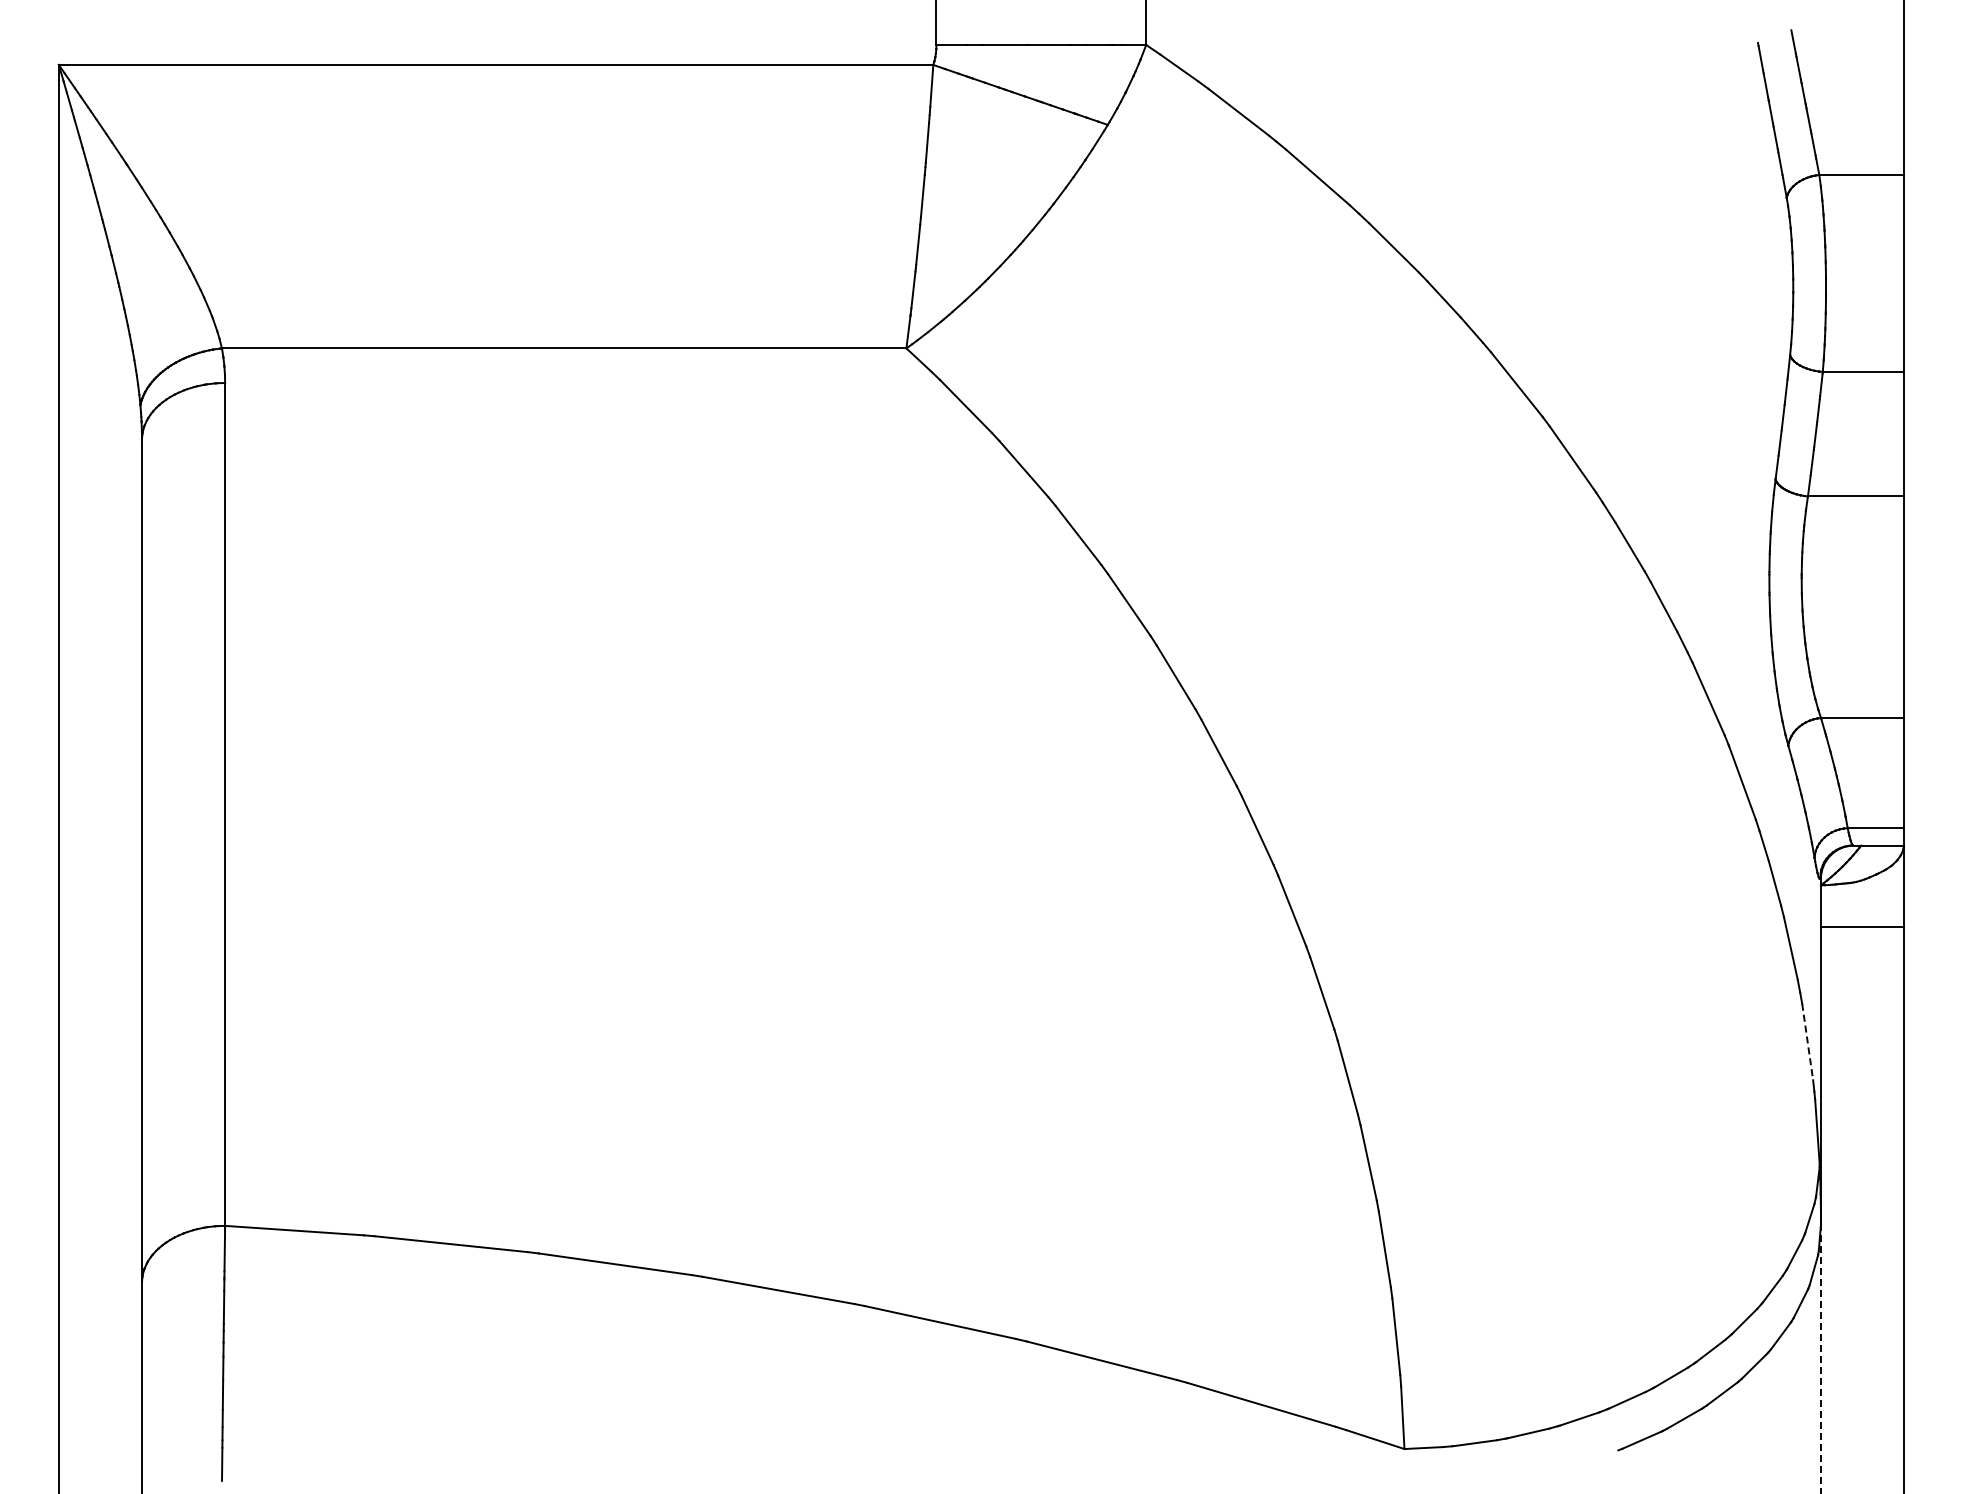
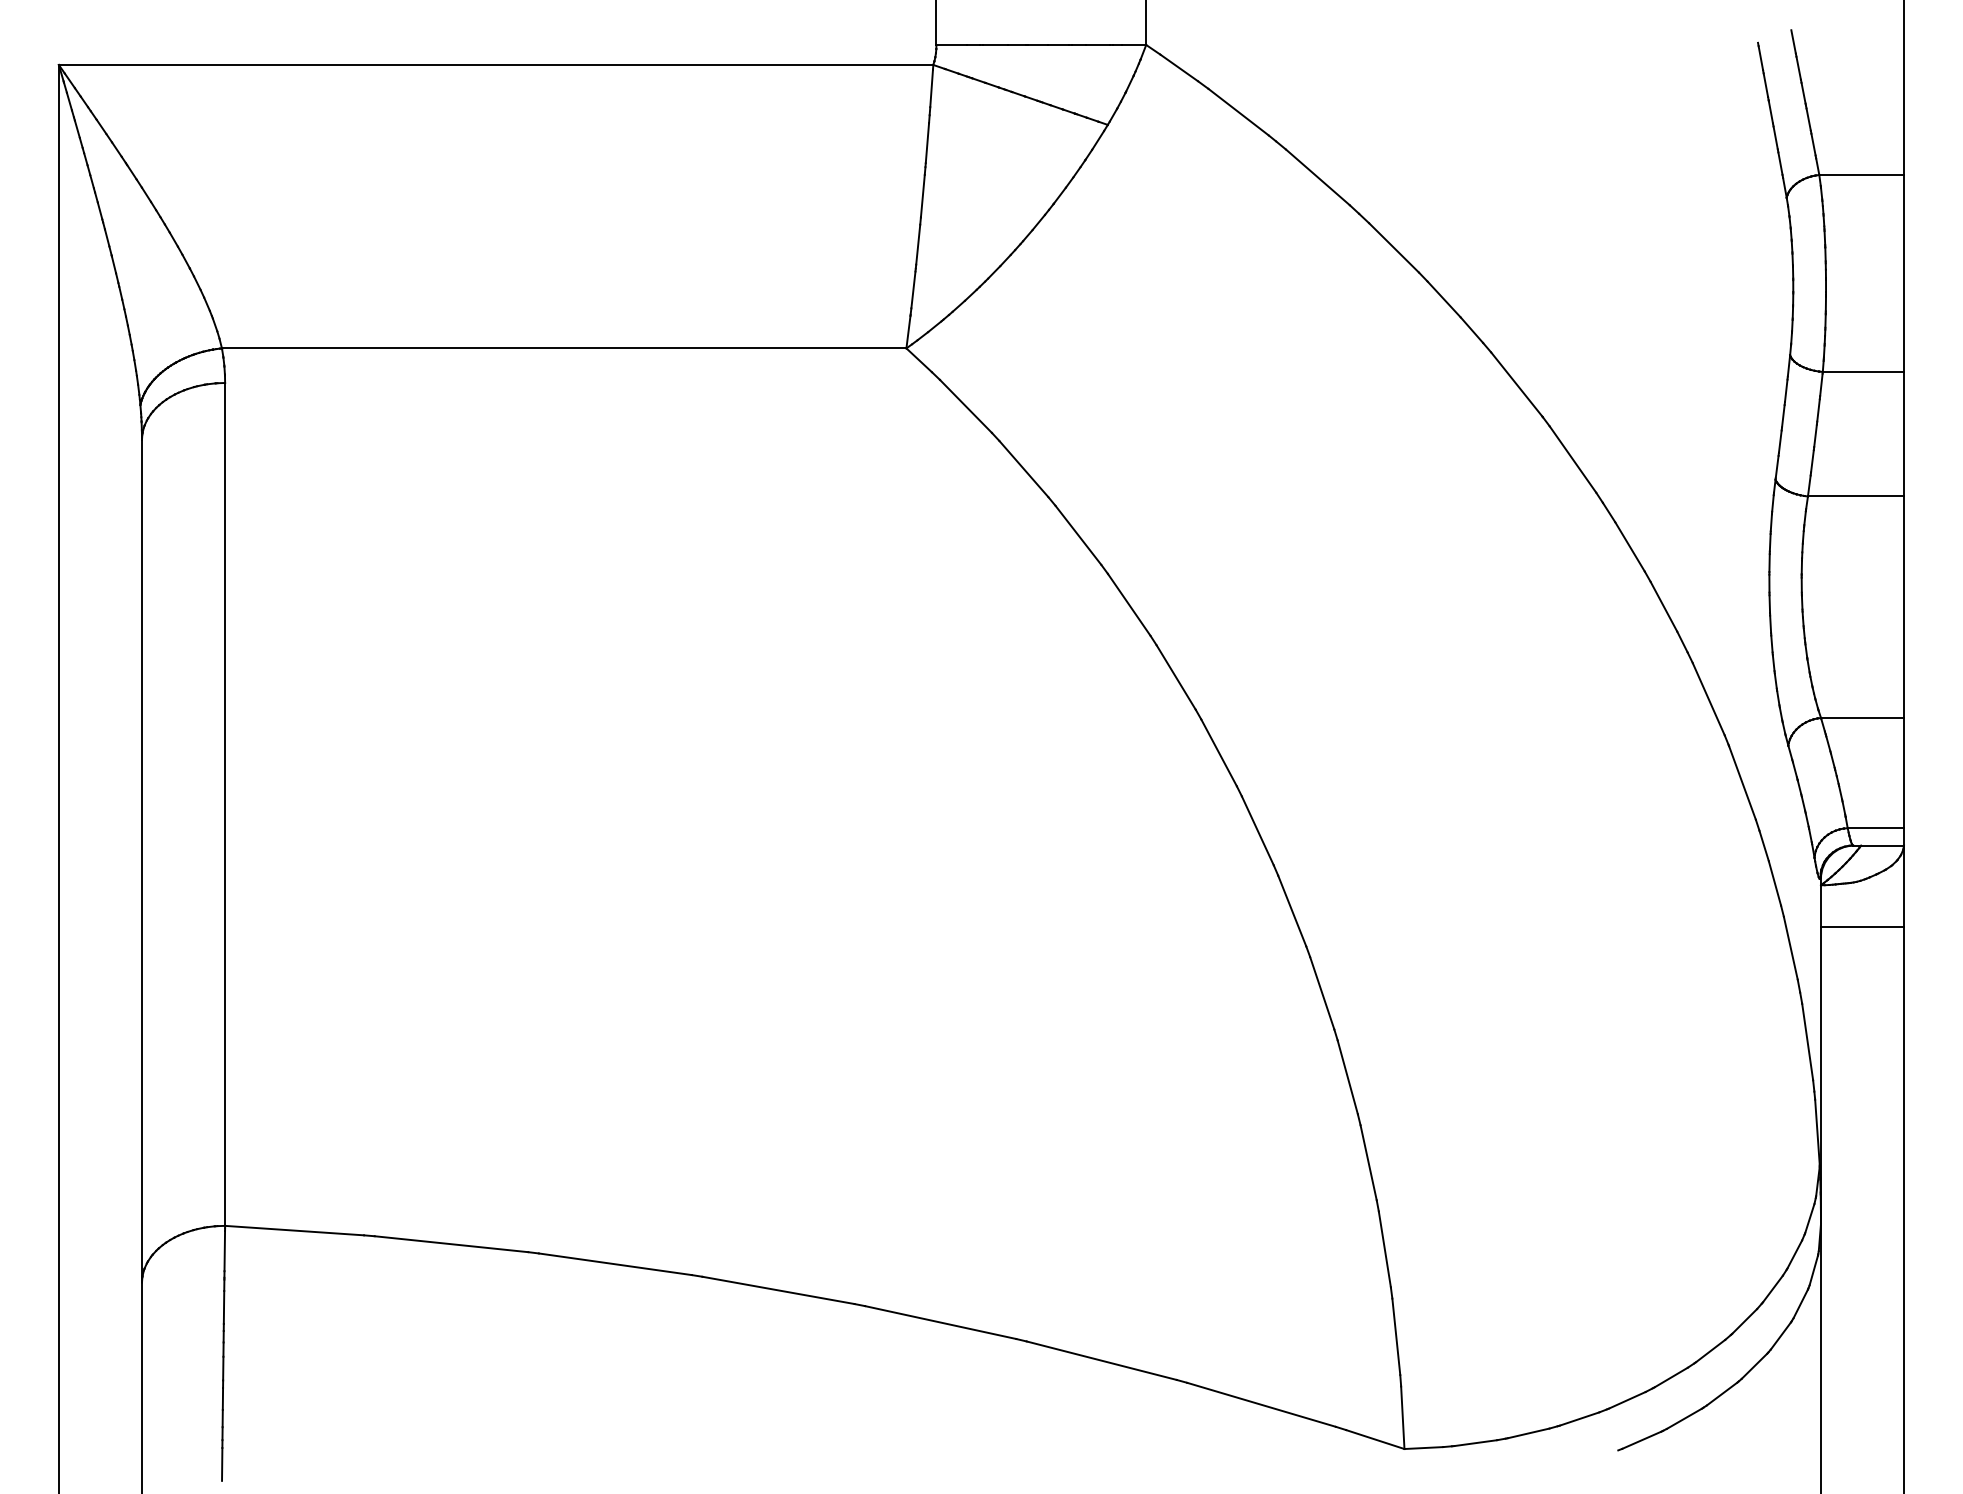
line at (1807, 1042): dashed -> solid
line at (1820, 1359): dashed -> solid
